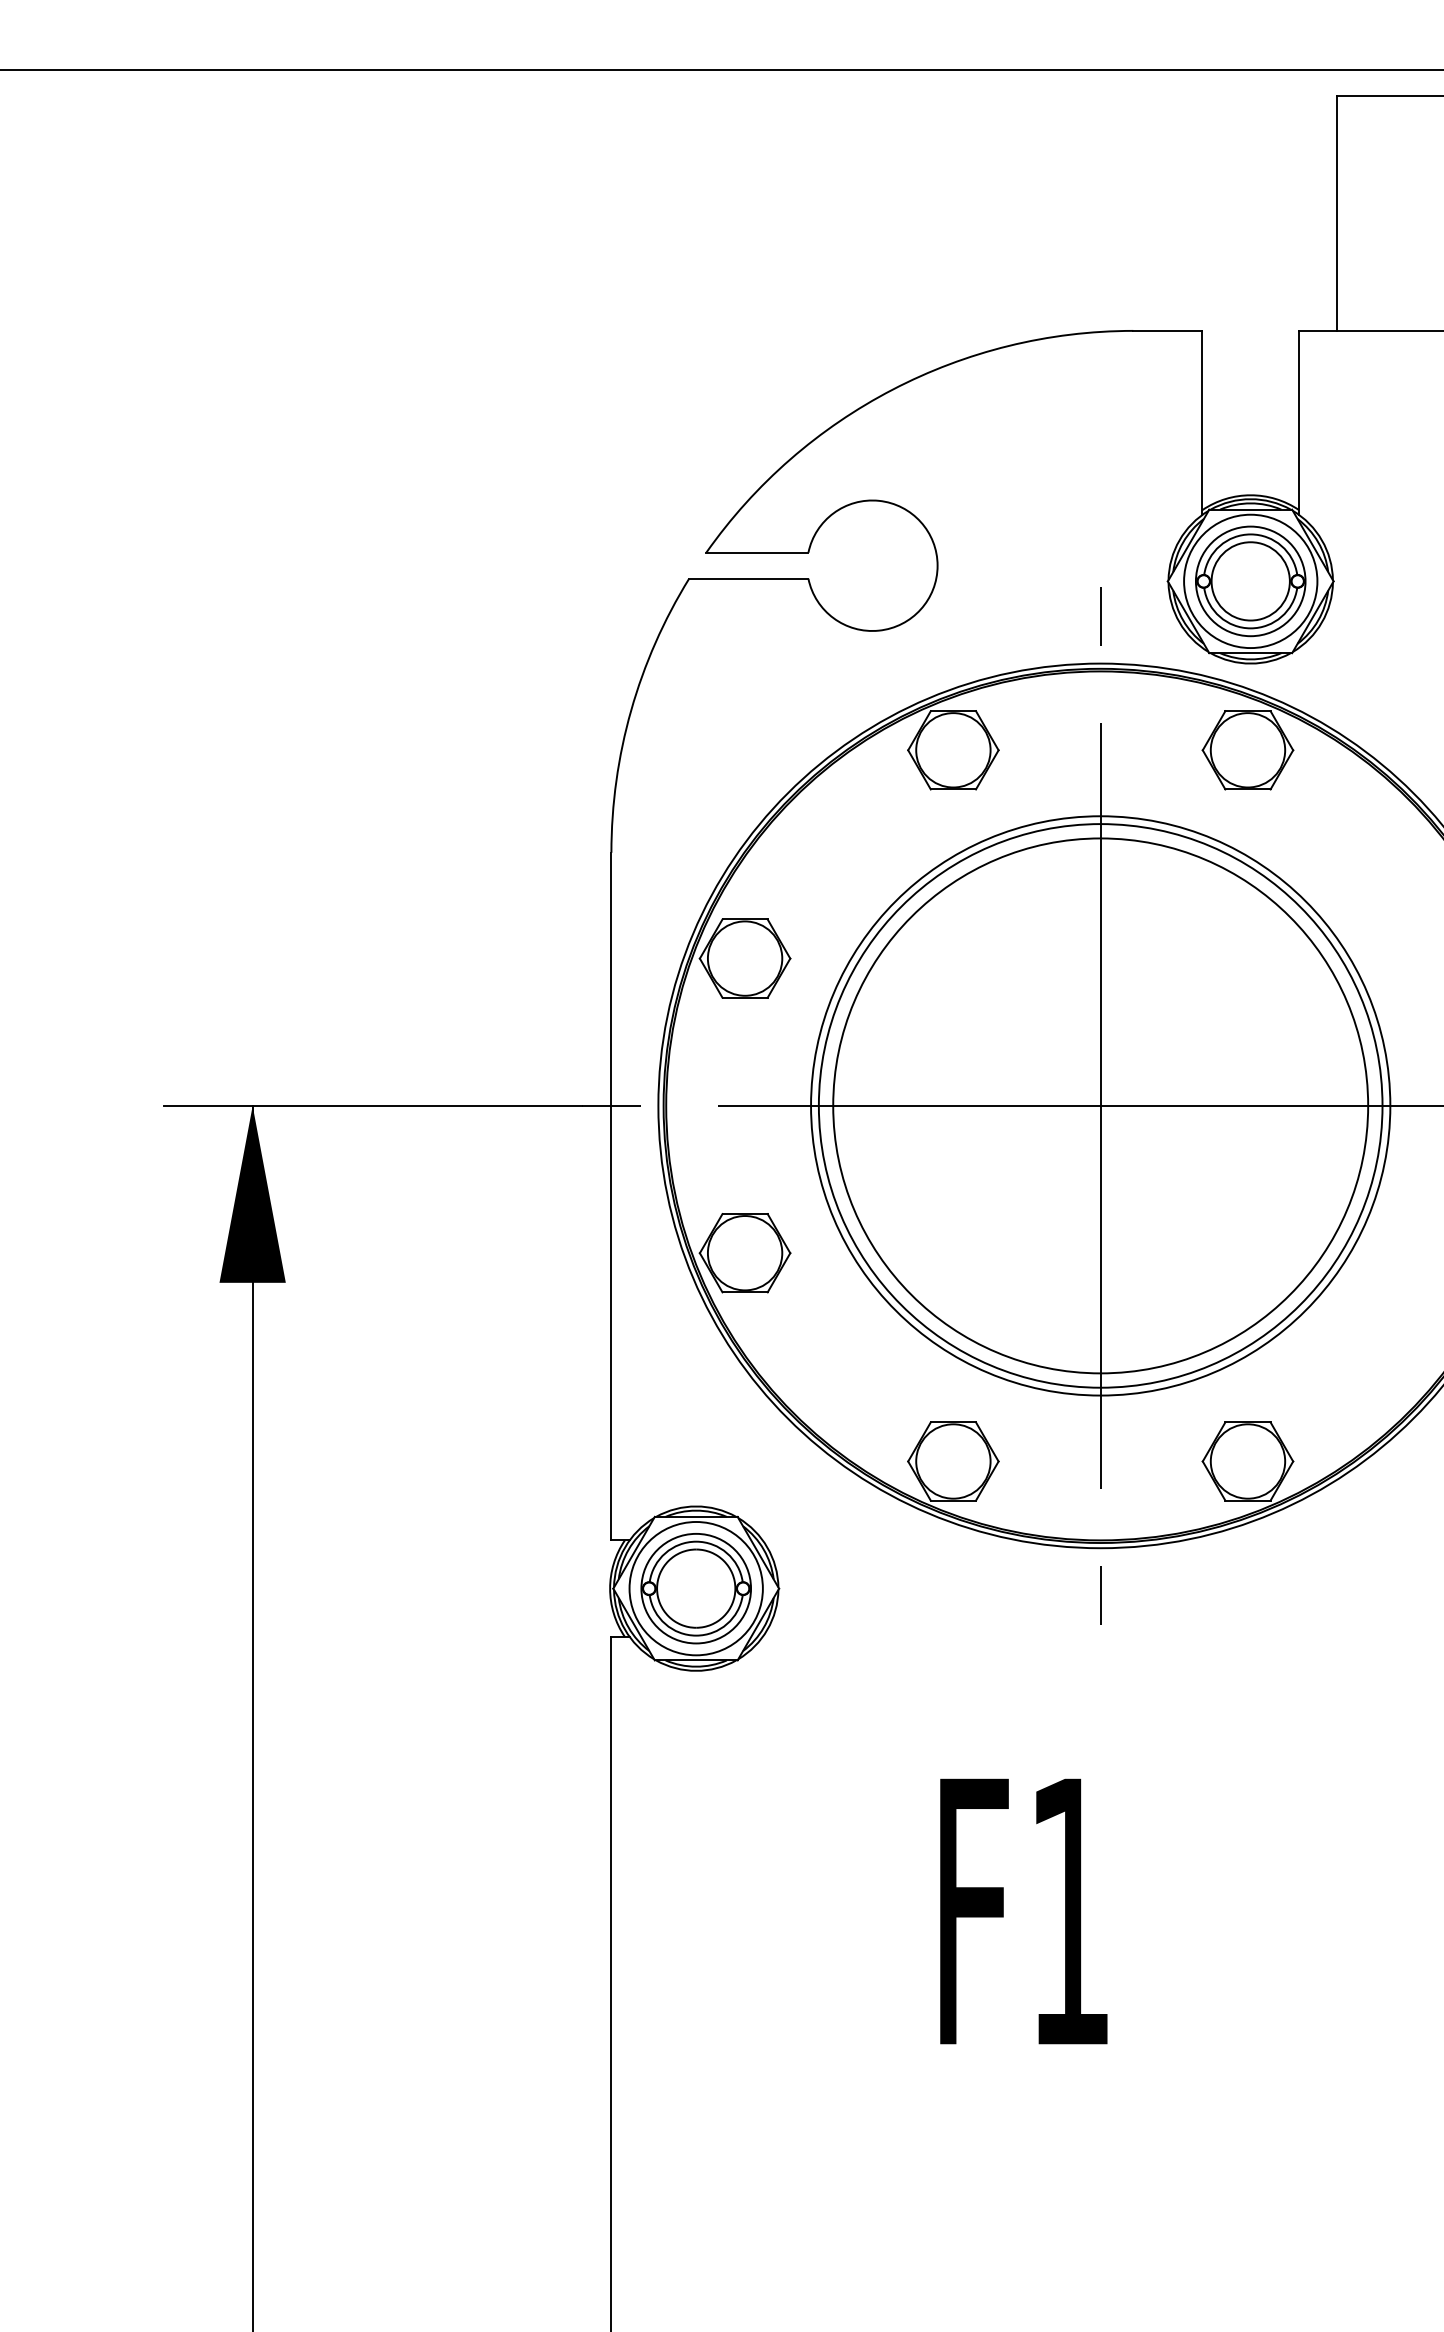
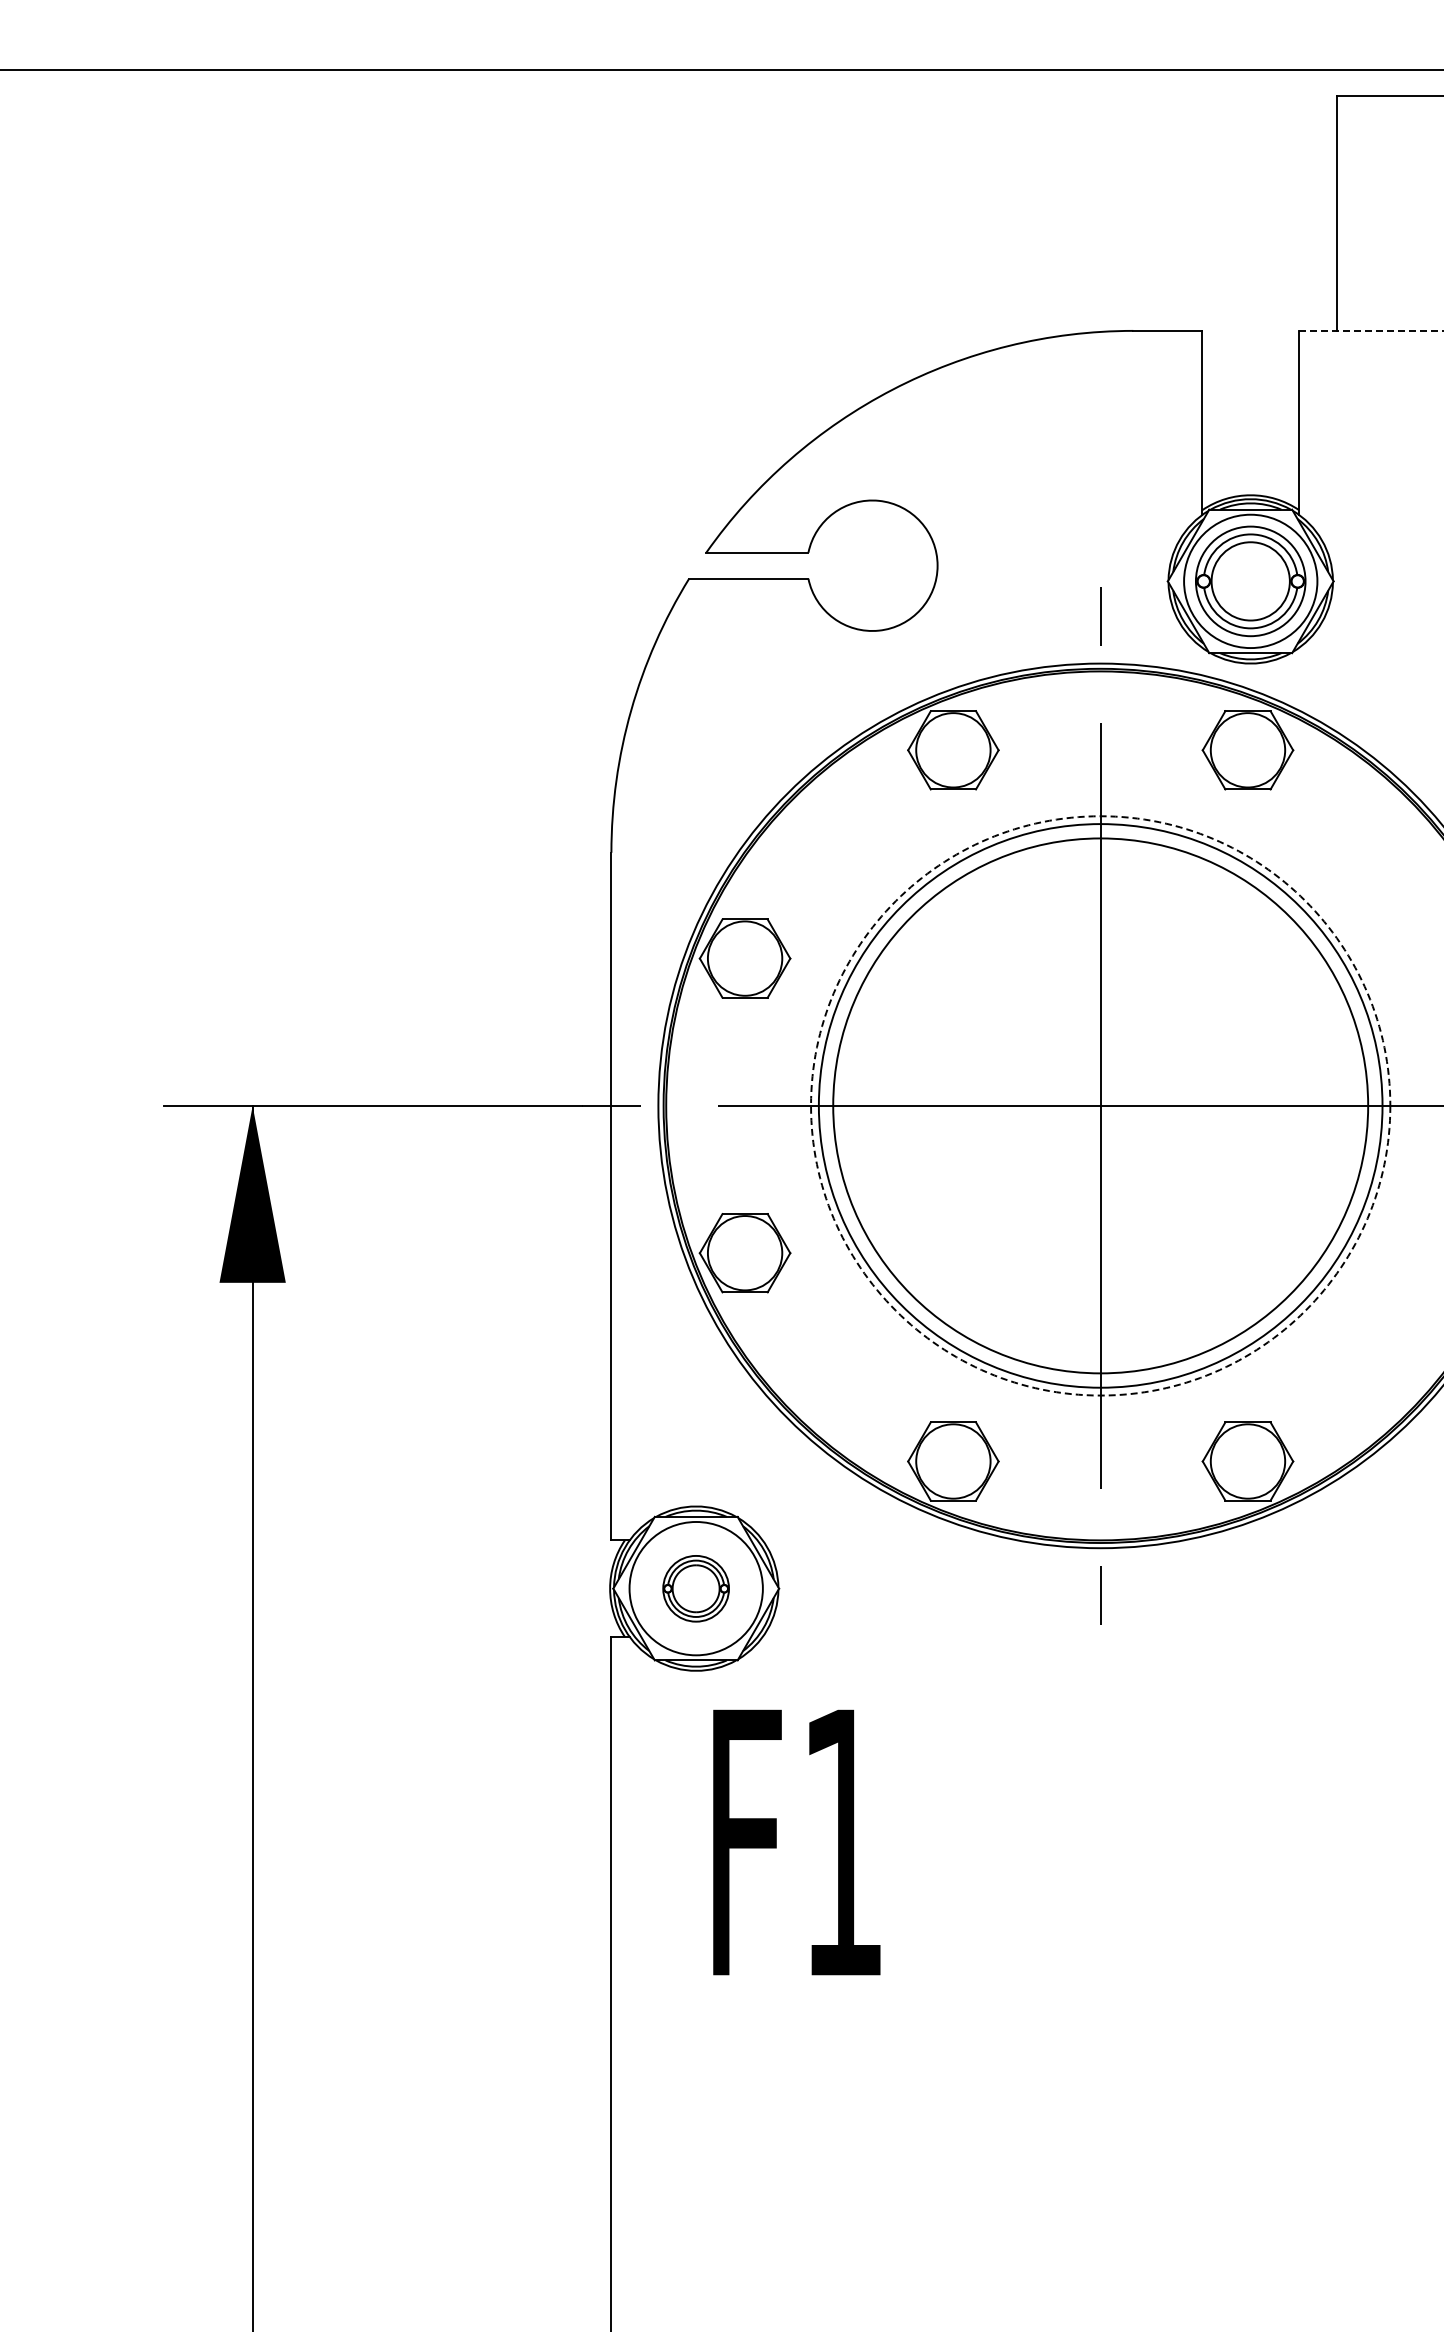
line at (1370, 330): solid -> dashed
circle at (1100, 1105): solid -> dashed
part at (695, 1588) size: 112x112 px -> 68x68 px
text at (1023, 1911) position: (1023, 1911) -> (796, 1842)
